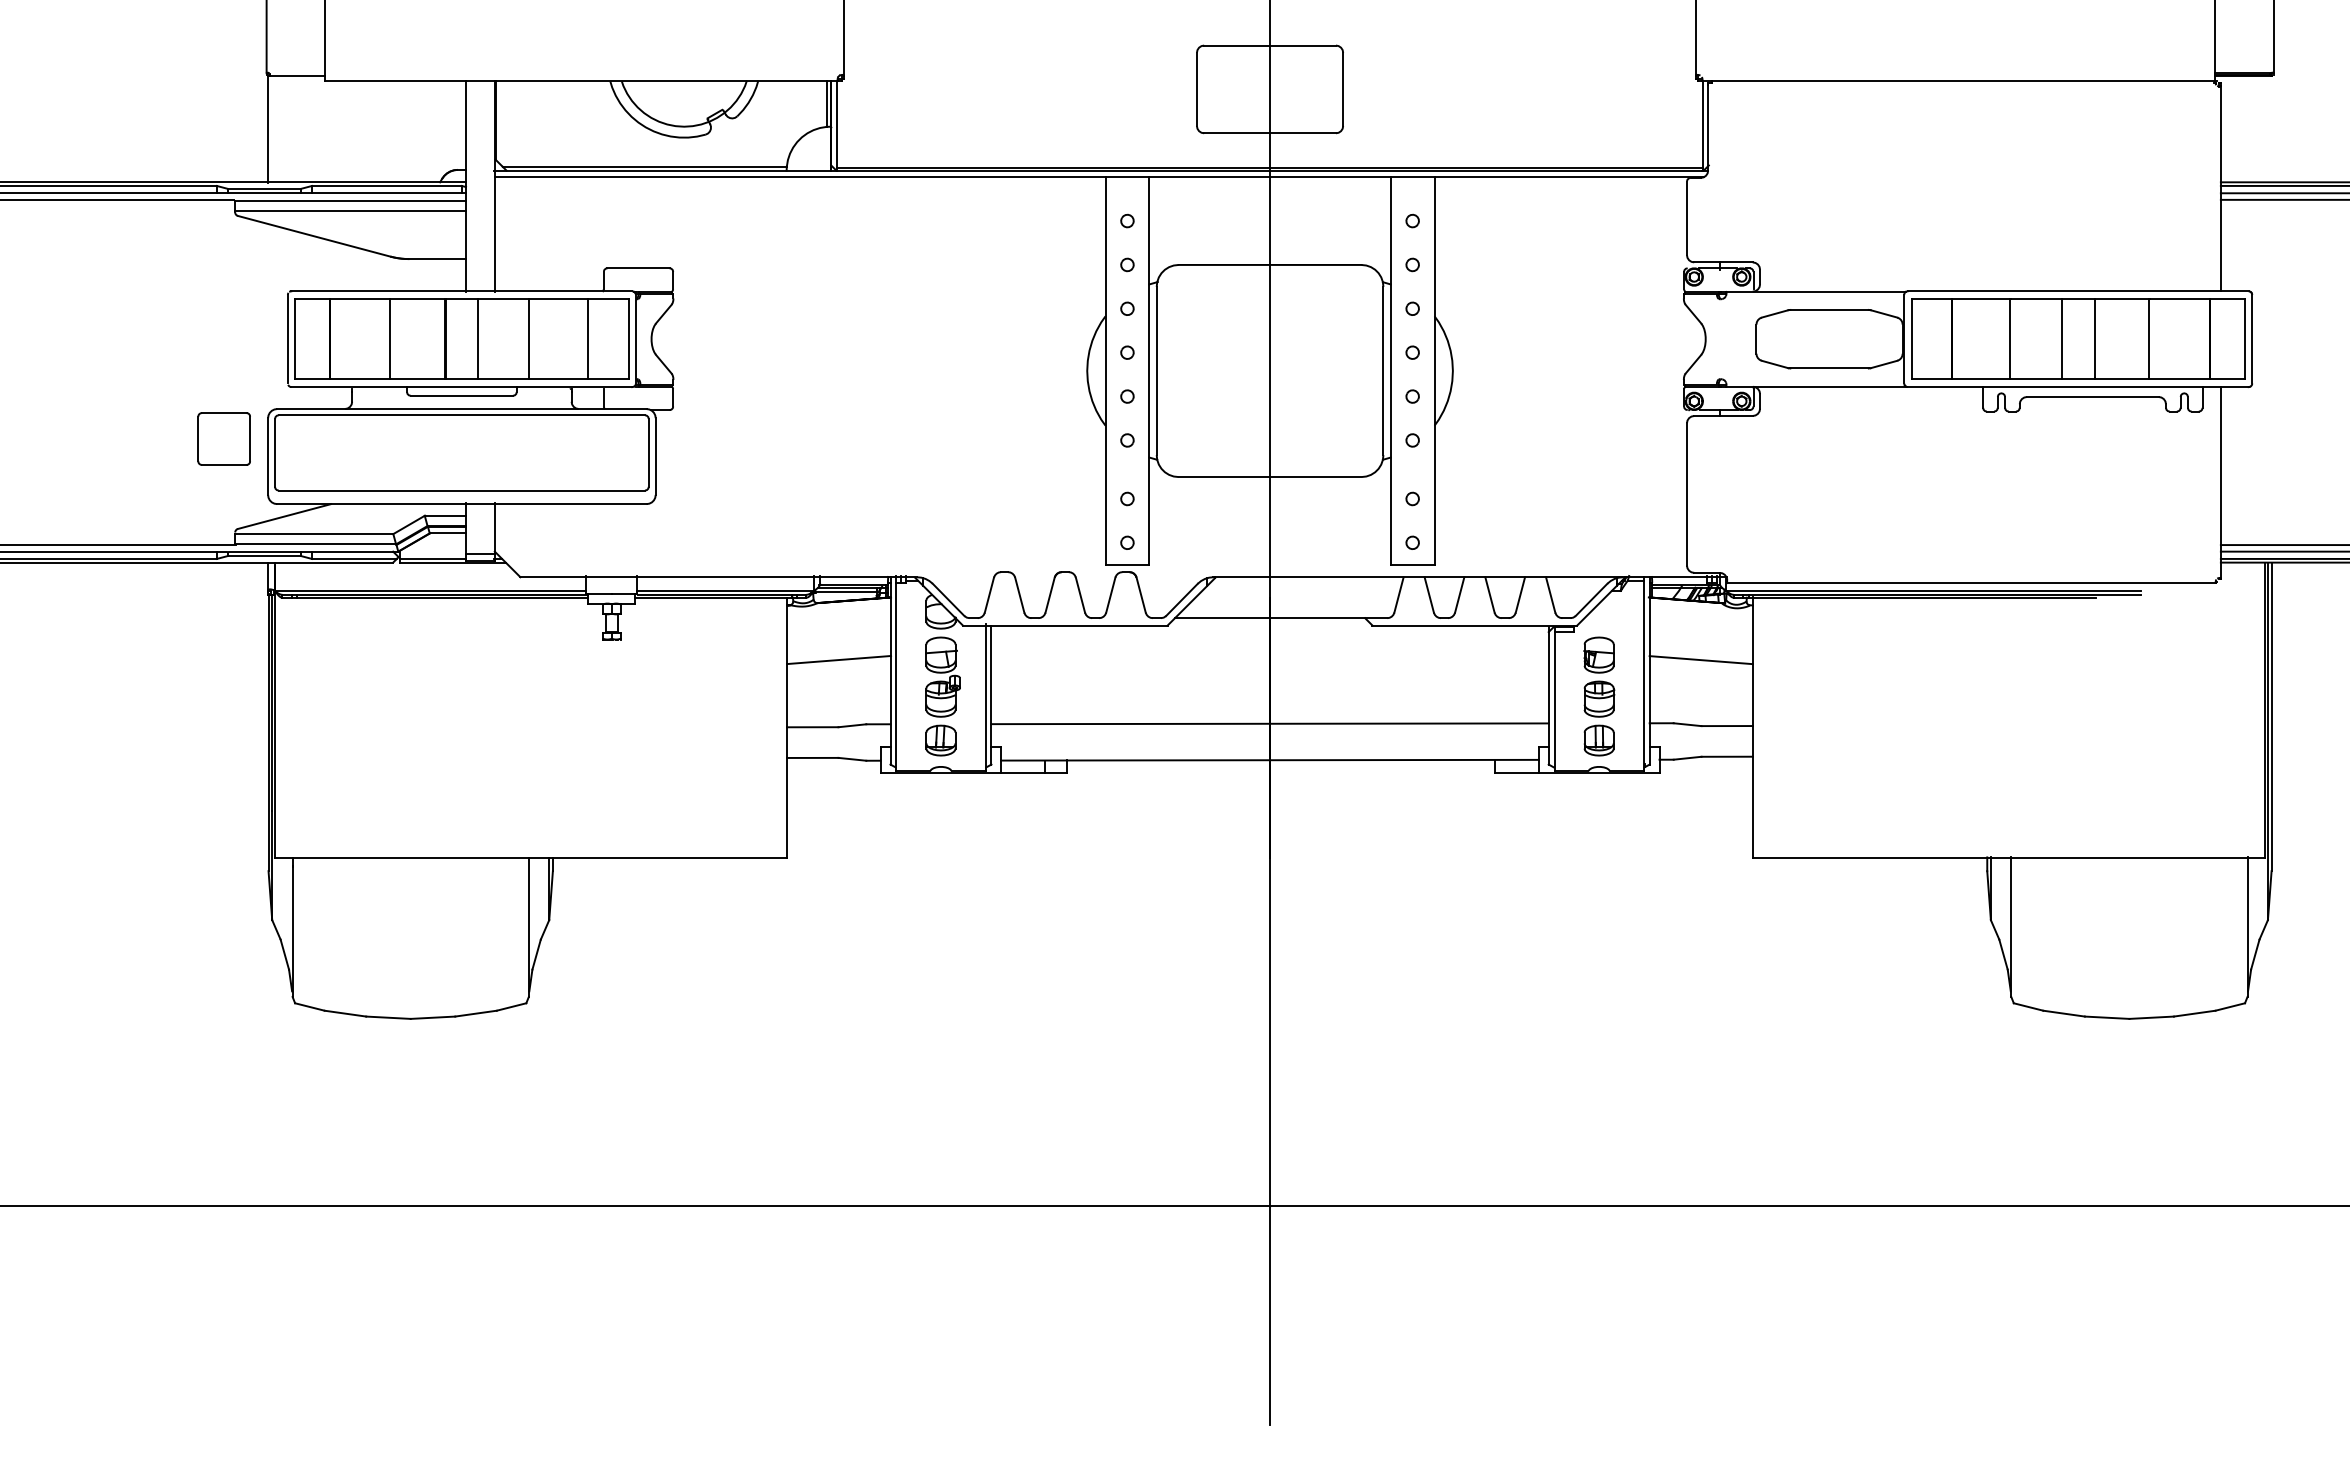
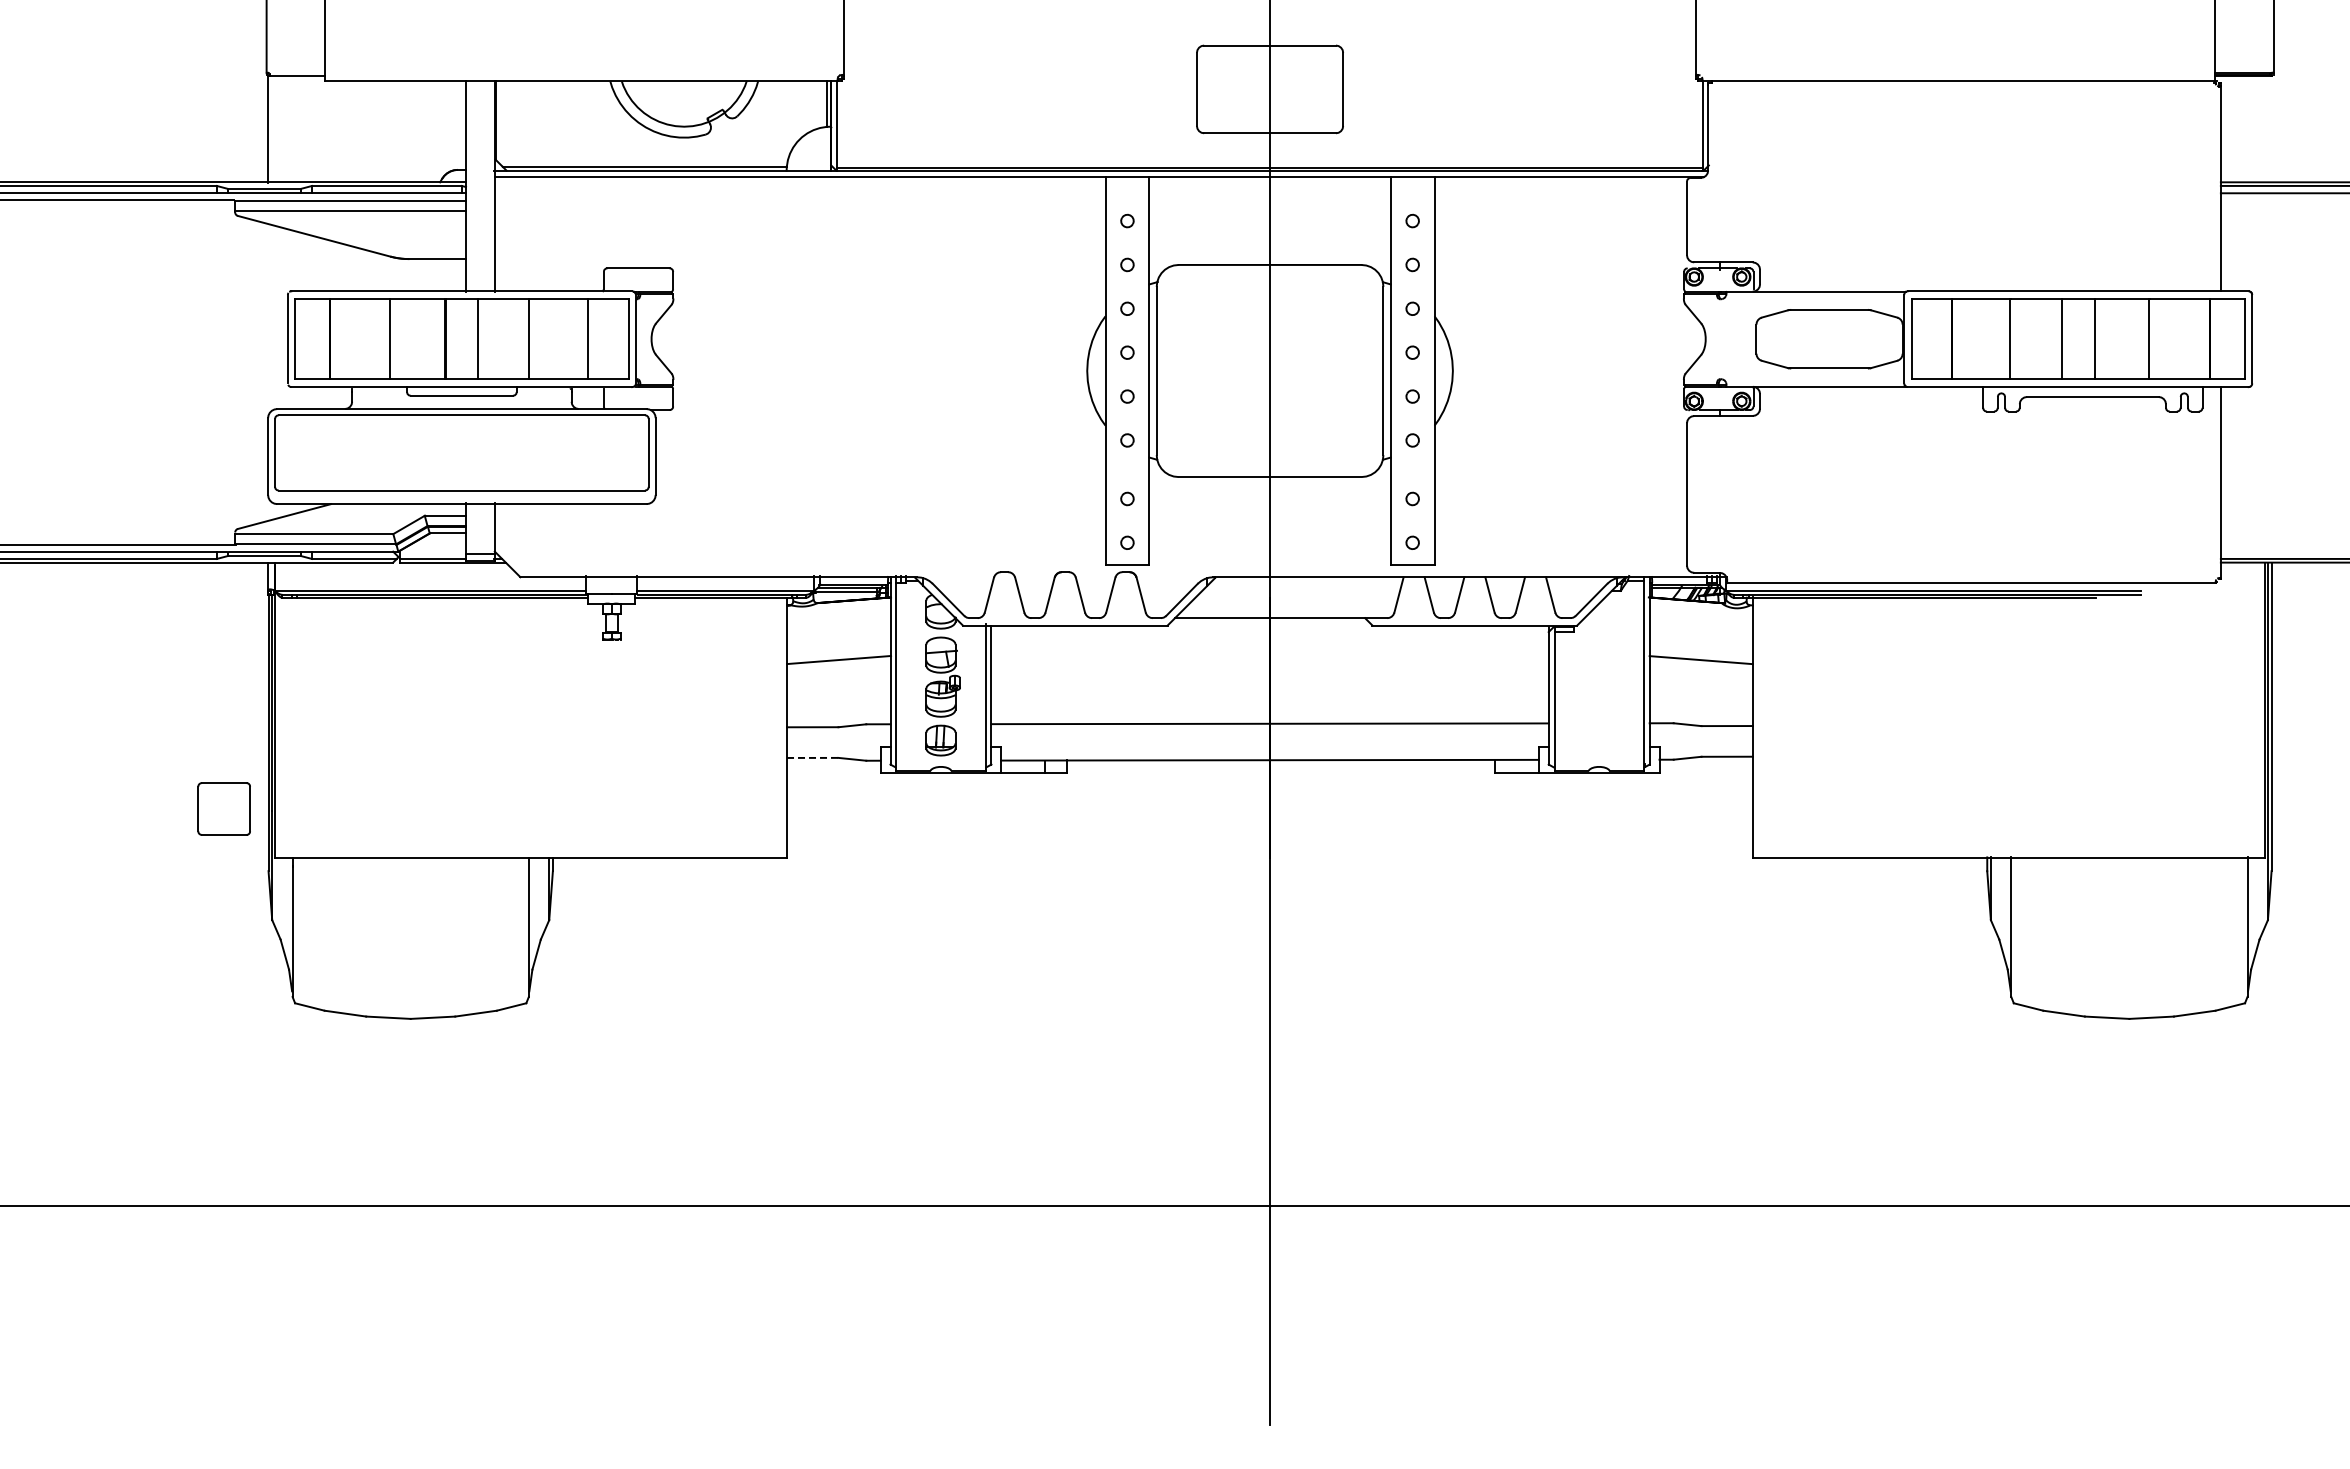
line at (2283, 199): present -> none
part at (223, 438) position: (223, 438) -> (223, 808)
line at (2283, 545): present -> none
line at (2283, 551): present -> none
part at (1599, 696): present -> none
line at (812, 757): solid -> dashed
